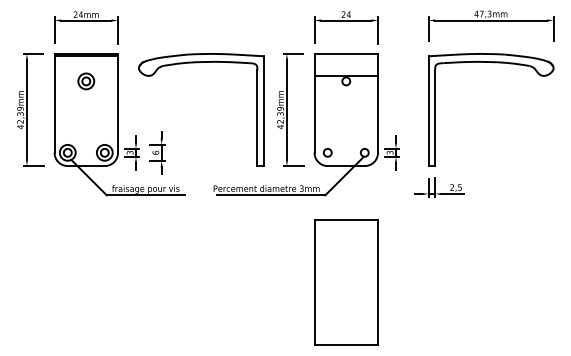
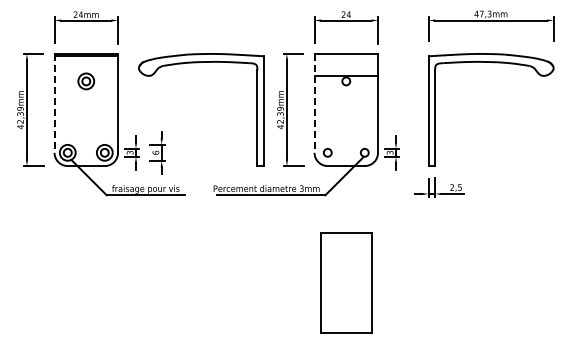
line at (54, 103): solid -> dashed
line at (314, 103): solid -> dashed
part at (346, 282) size: 65x127 px -> 53x102 px
